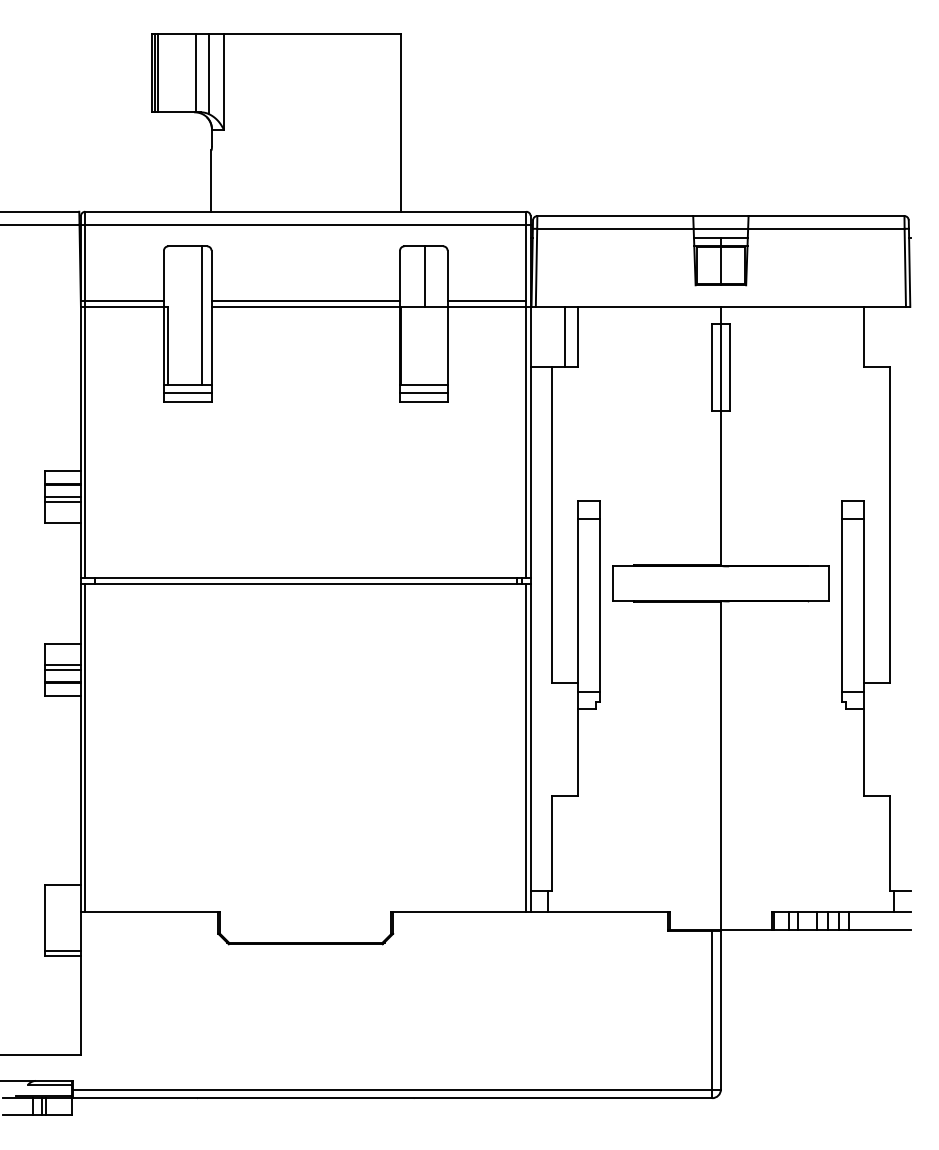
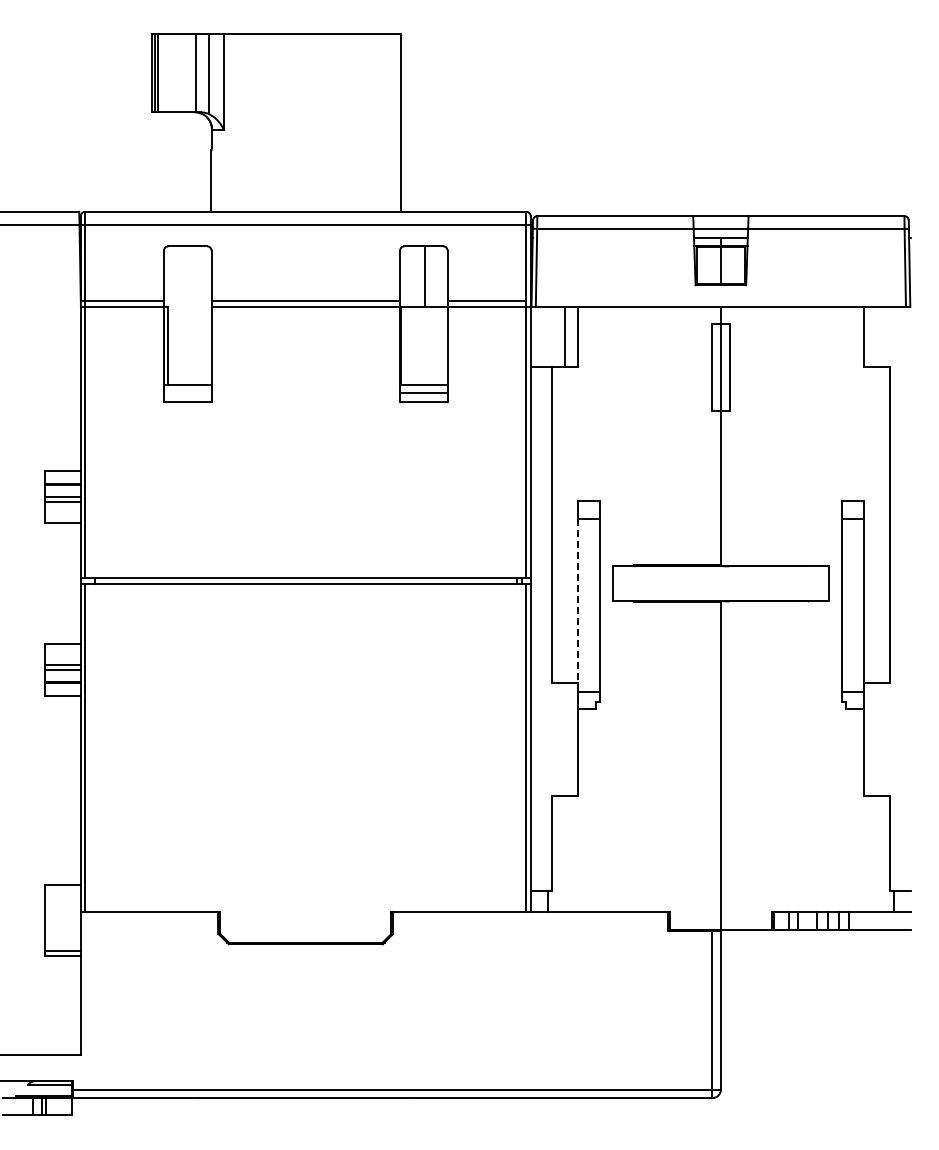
line at (202, 315): present -> none
line at (187, 393): present -> none
line at (578, 605): solid -> dashed
